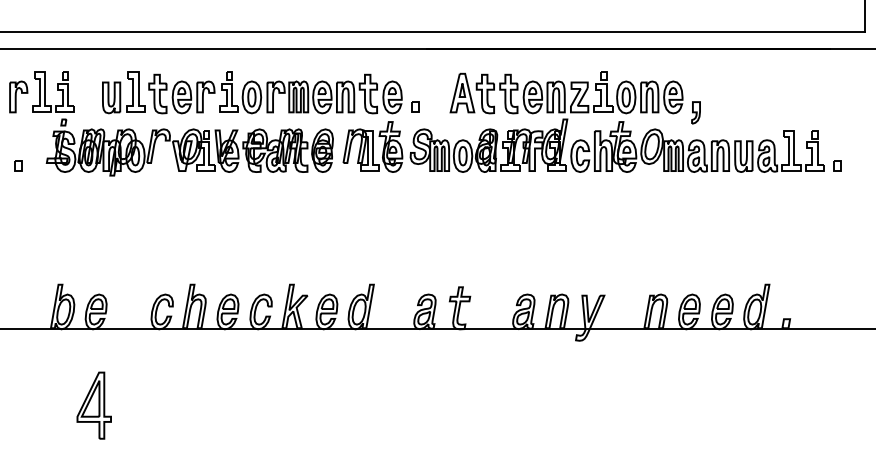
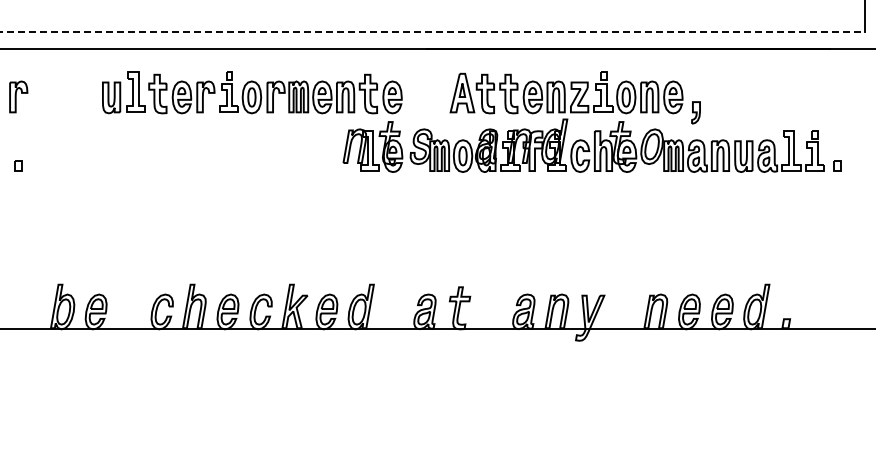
line at (432, 31): solid -> dashed
part at (415, 106): present -> none
part at (188, 129): present -> none
part at (93, 405): present -> none
